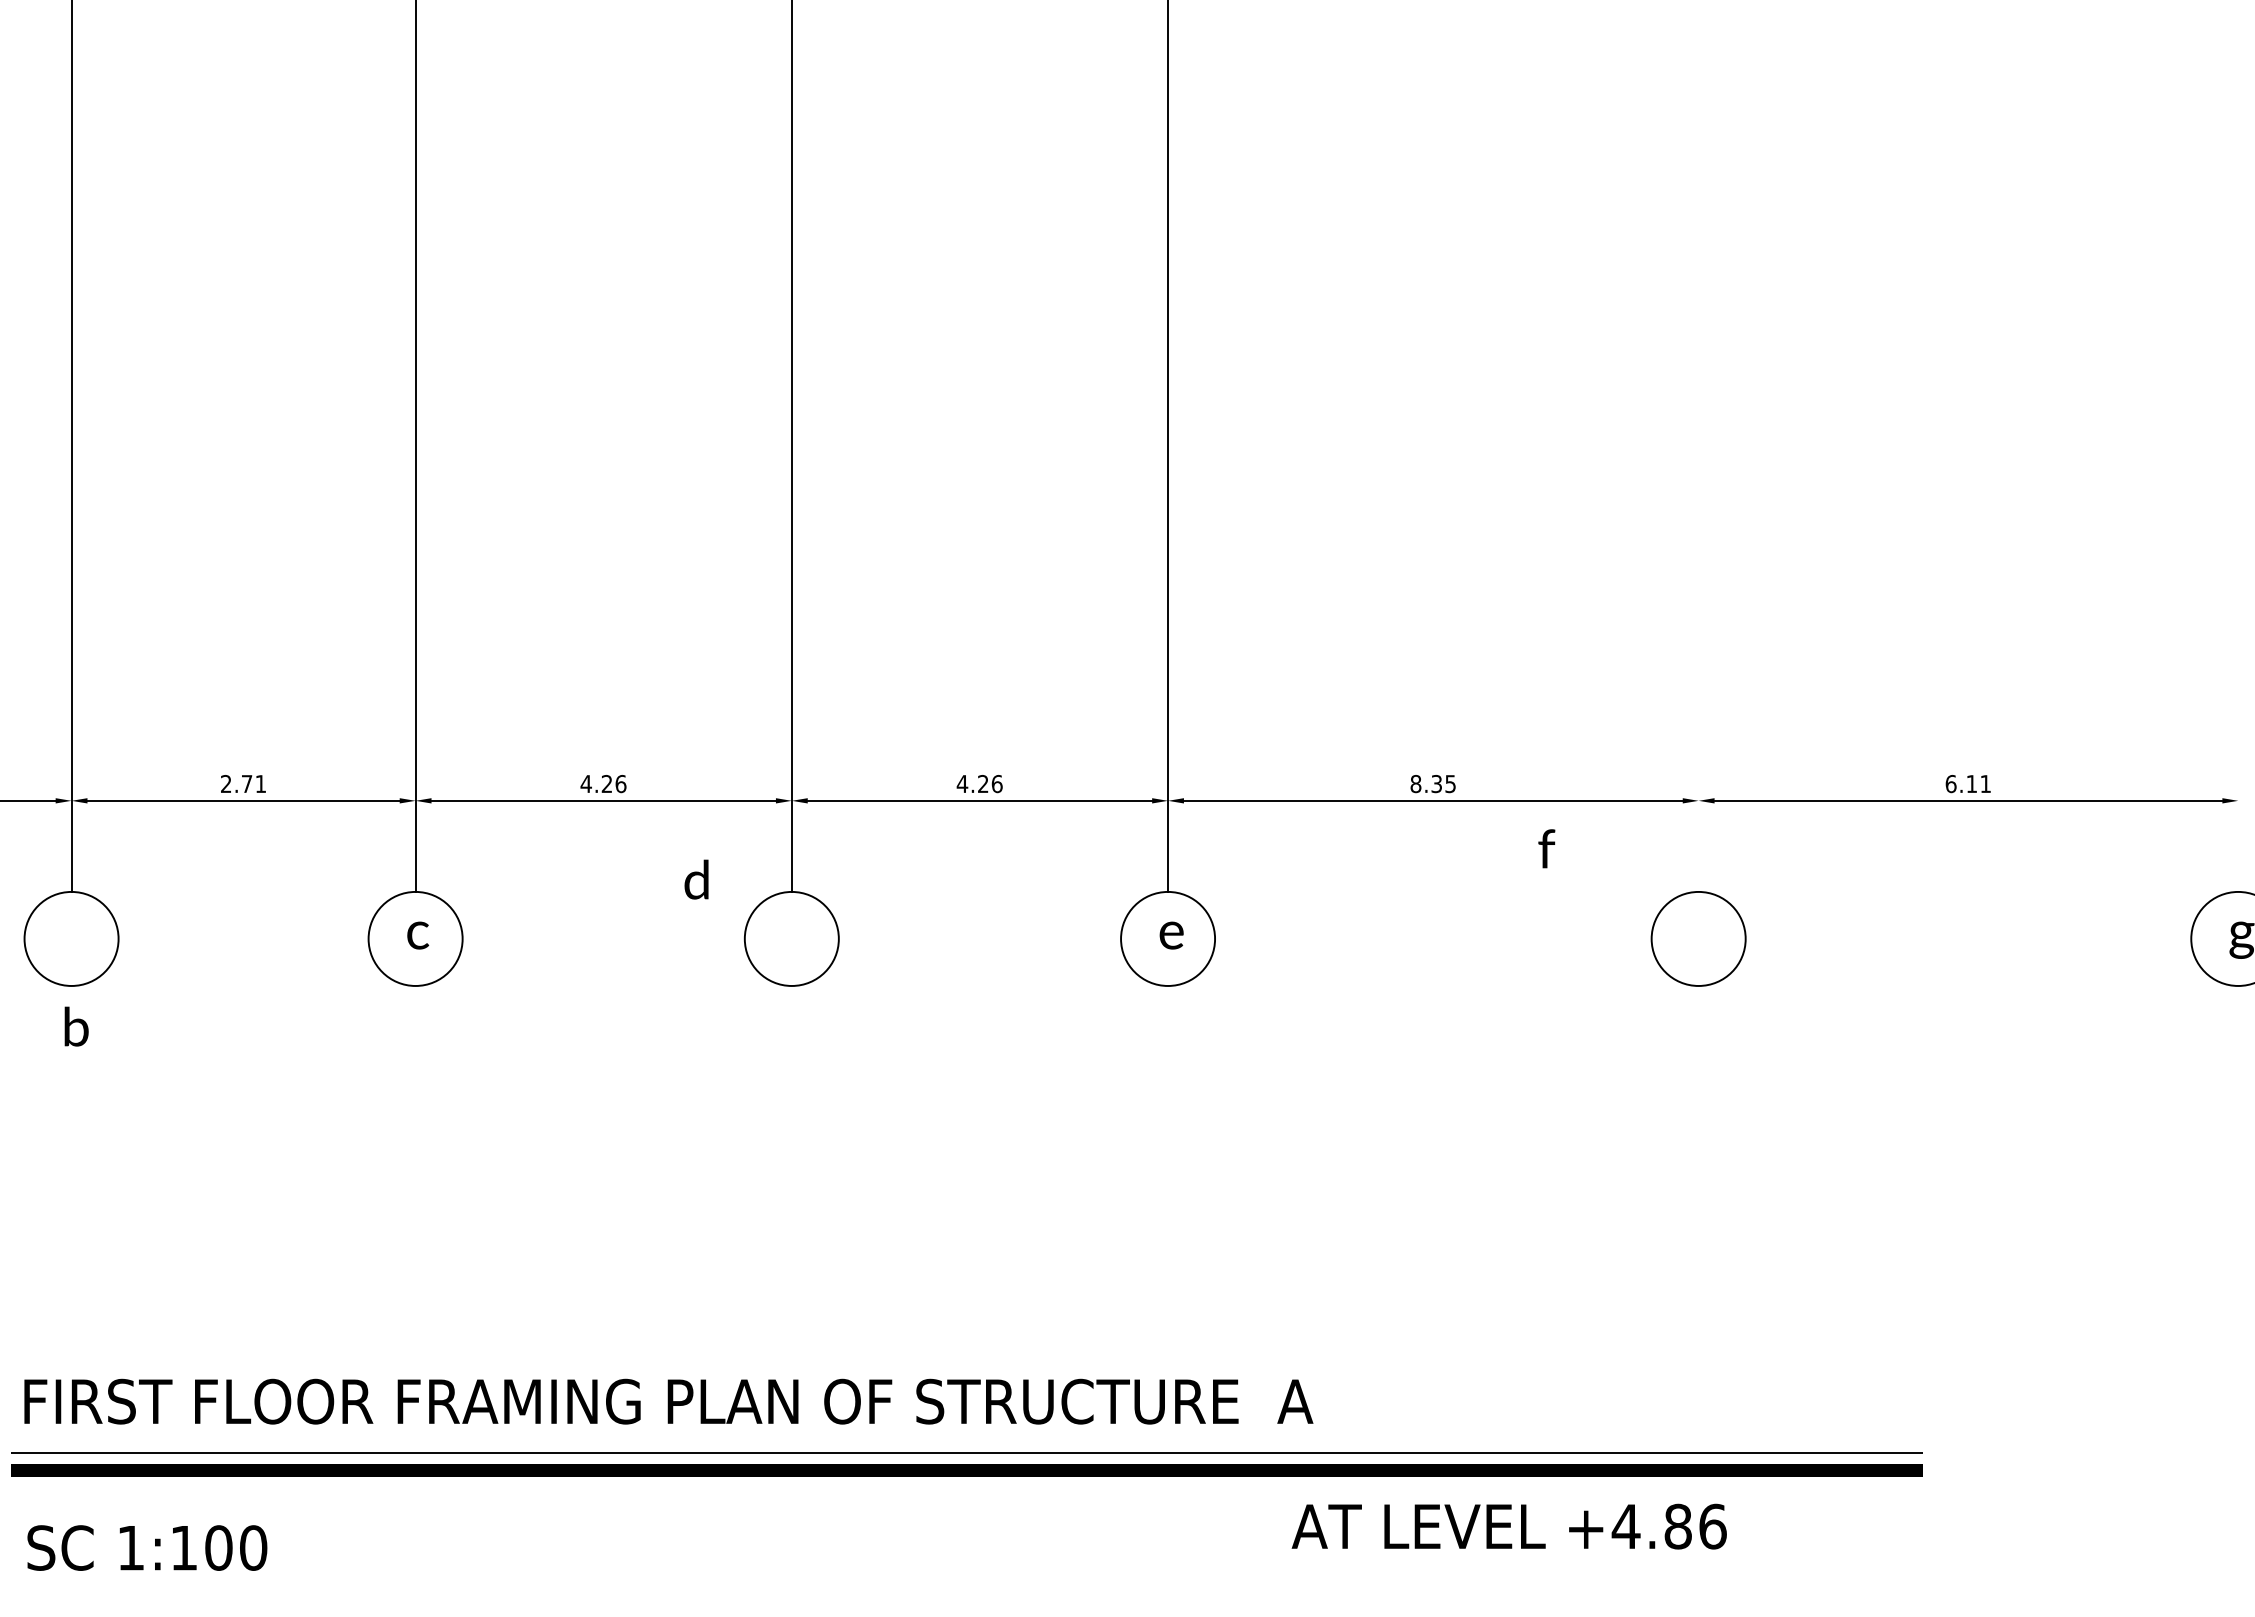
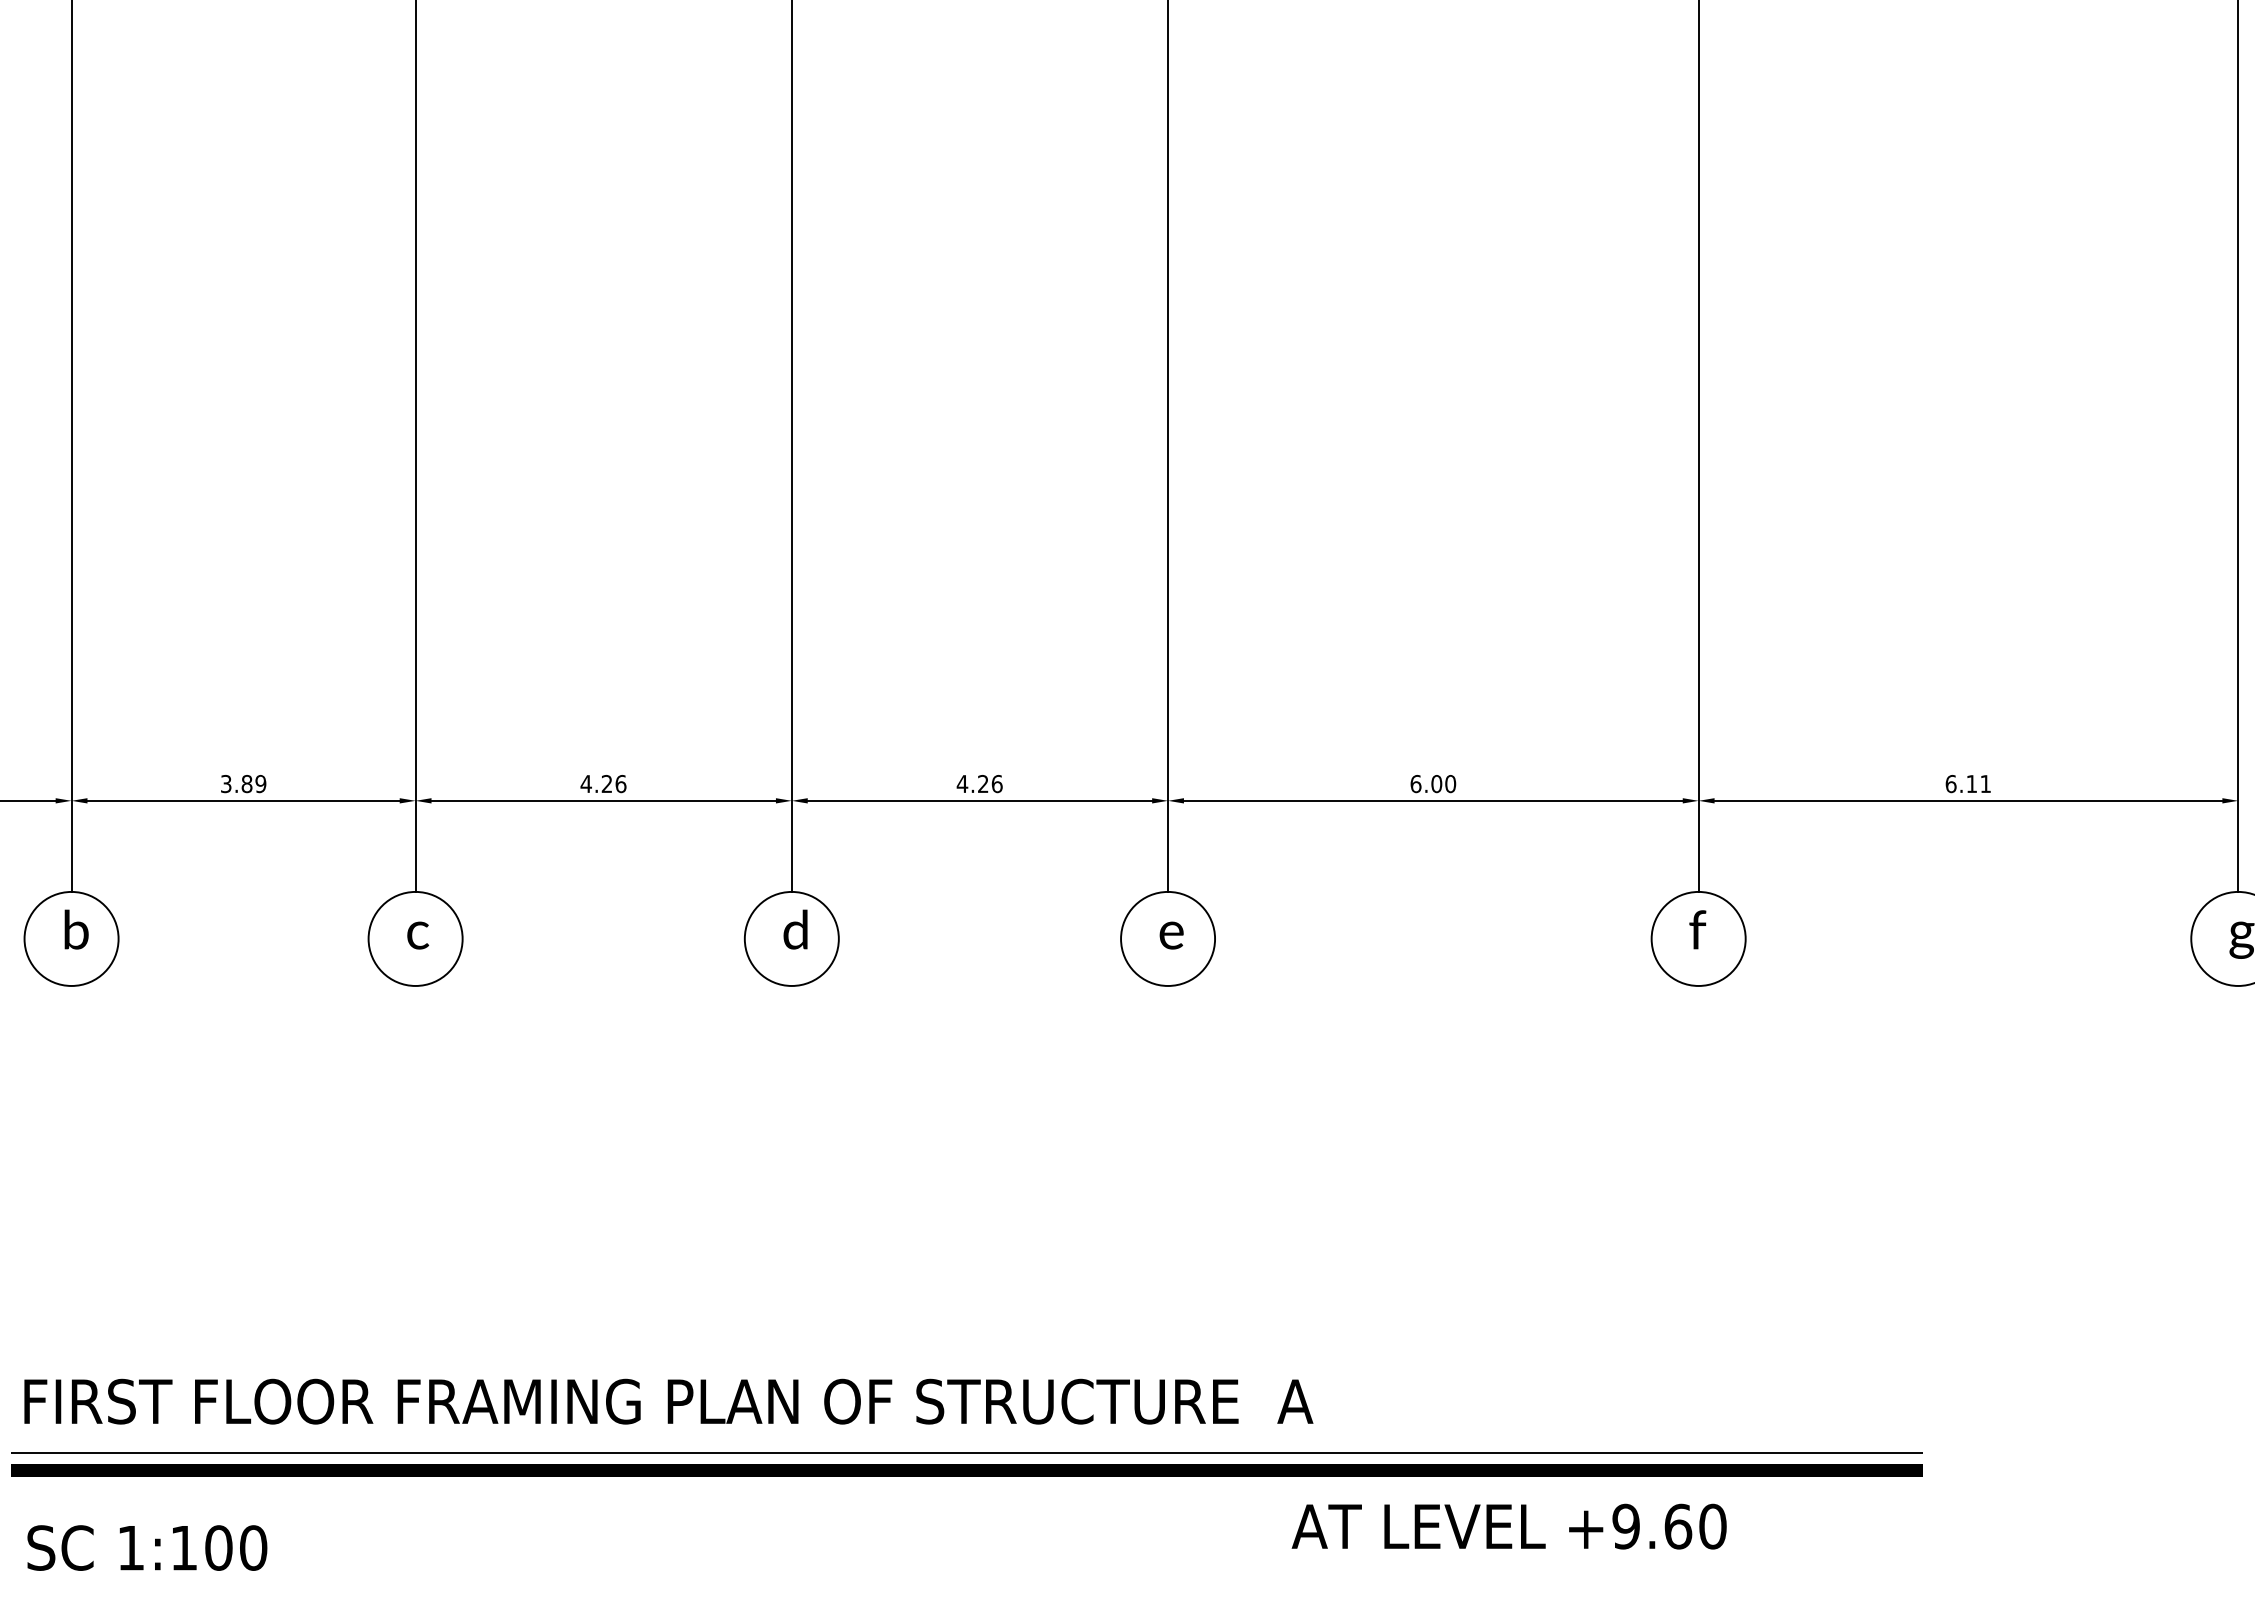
line at (1698, 446): none -> present
line at (2238, 446): none -> present
text at (243, 784): 2.71 -> 3.89
text at (1433, 784): 8.35 -> 6.00
text at (1546, 848) position: (1546, 848) -> (1697, 929)
text at (696, 879) position: (696, 879) -> (795, 929)
text at (76, 1026) position: (76, 1026) -> (76, 929)
text at (1668, 1526): +4.86 -> +9.60
